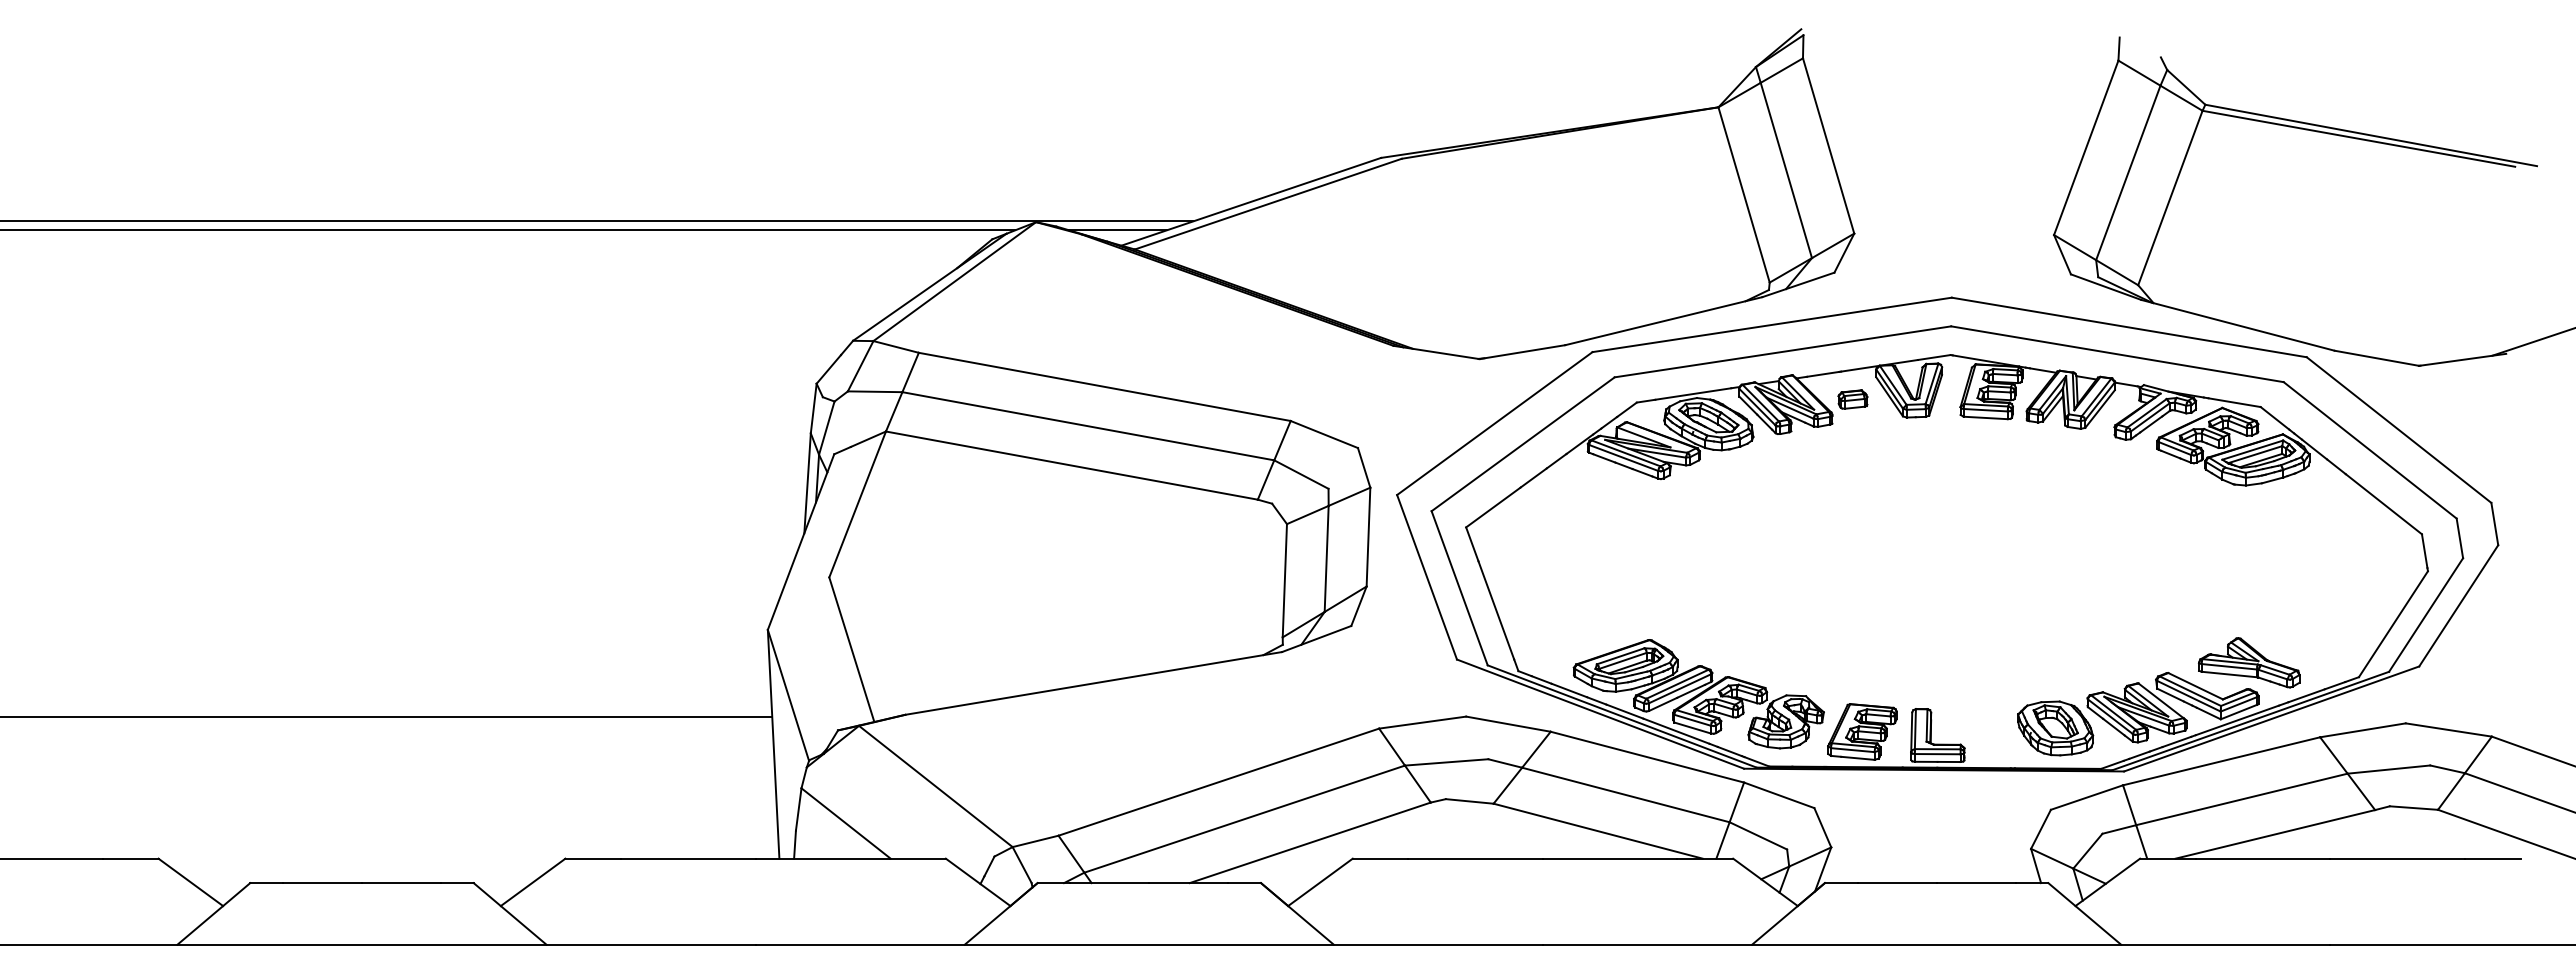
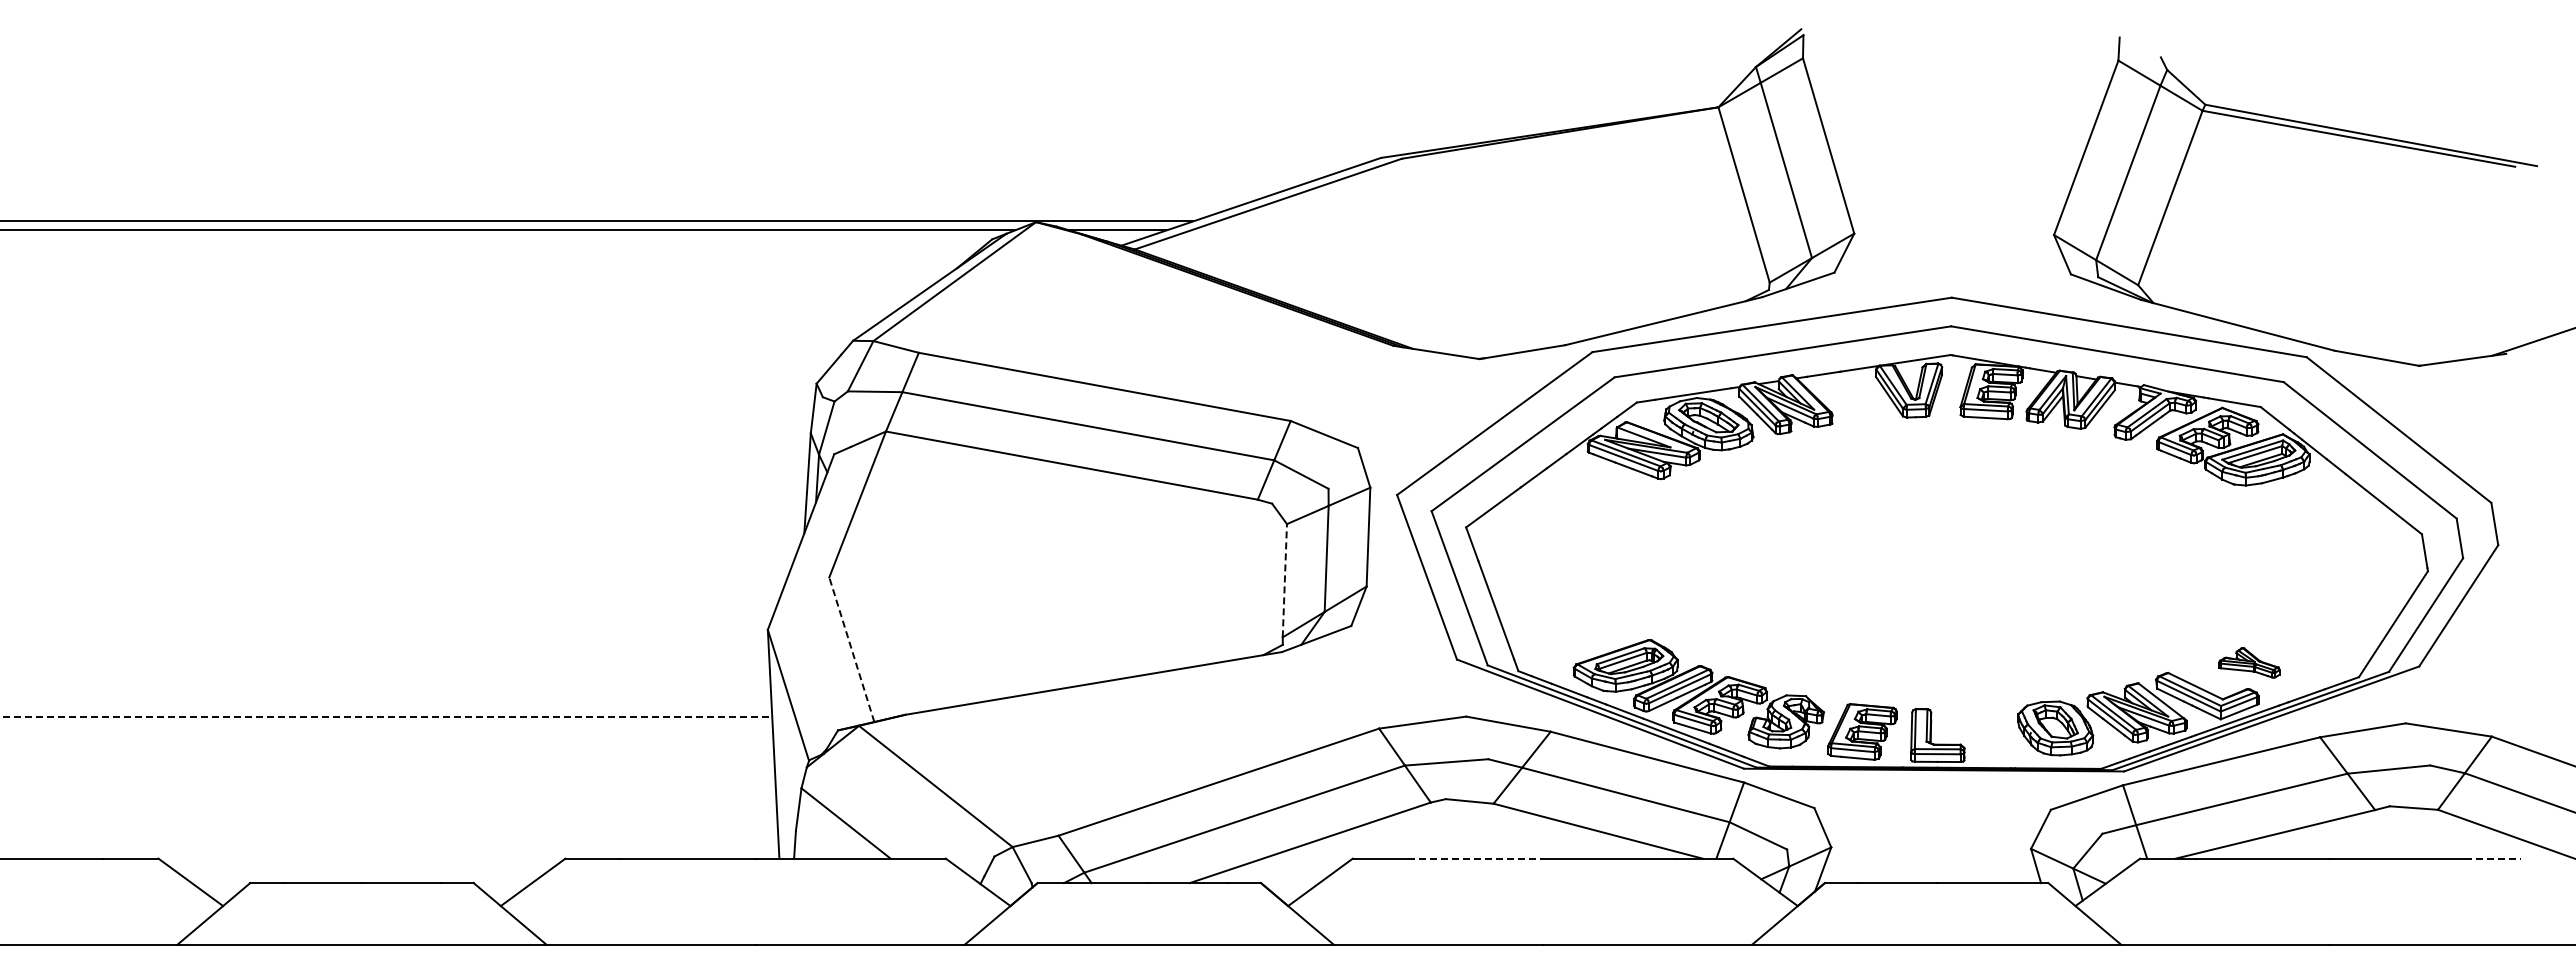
part at (1852, 399): present -> none
line at (1284, 580): solid -> dashed
line at (851, 649): solid -> dashed
part at (2249, 662) size: 103x52 px -> 63x32 px
line at (386, 717): solid -> dashed
line at (1476, 858): solid -> dashed
line at (2492, 858): solid -> dashed
